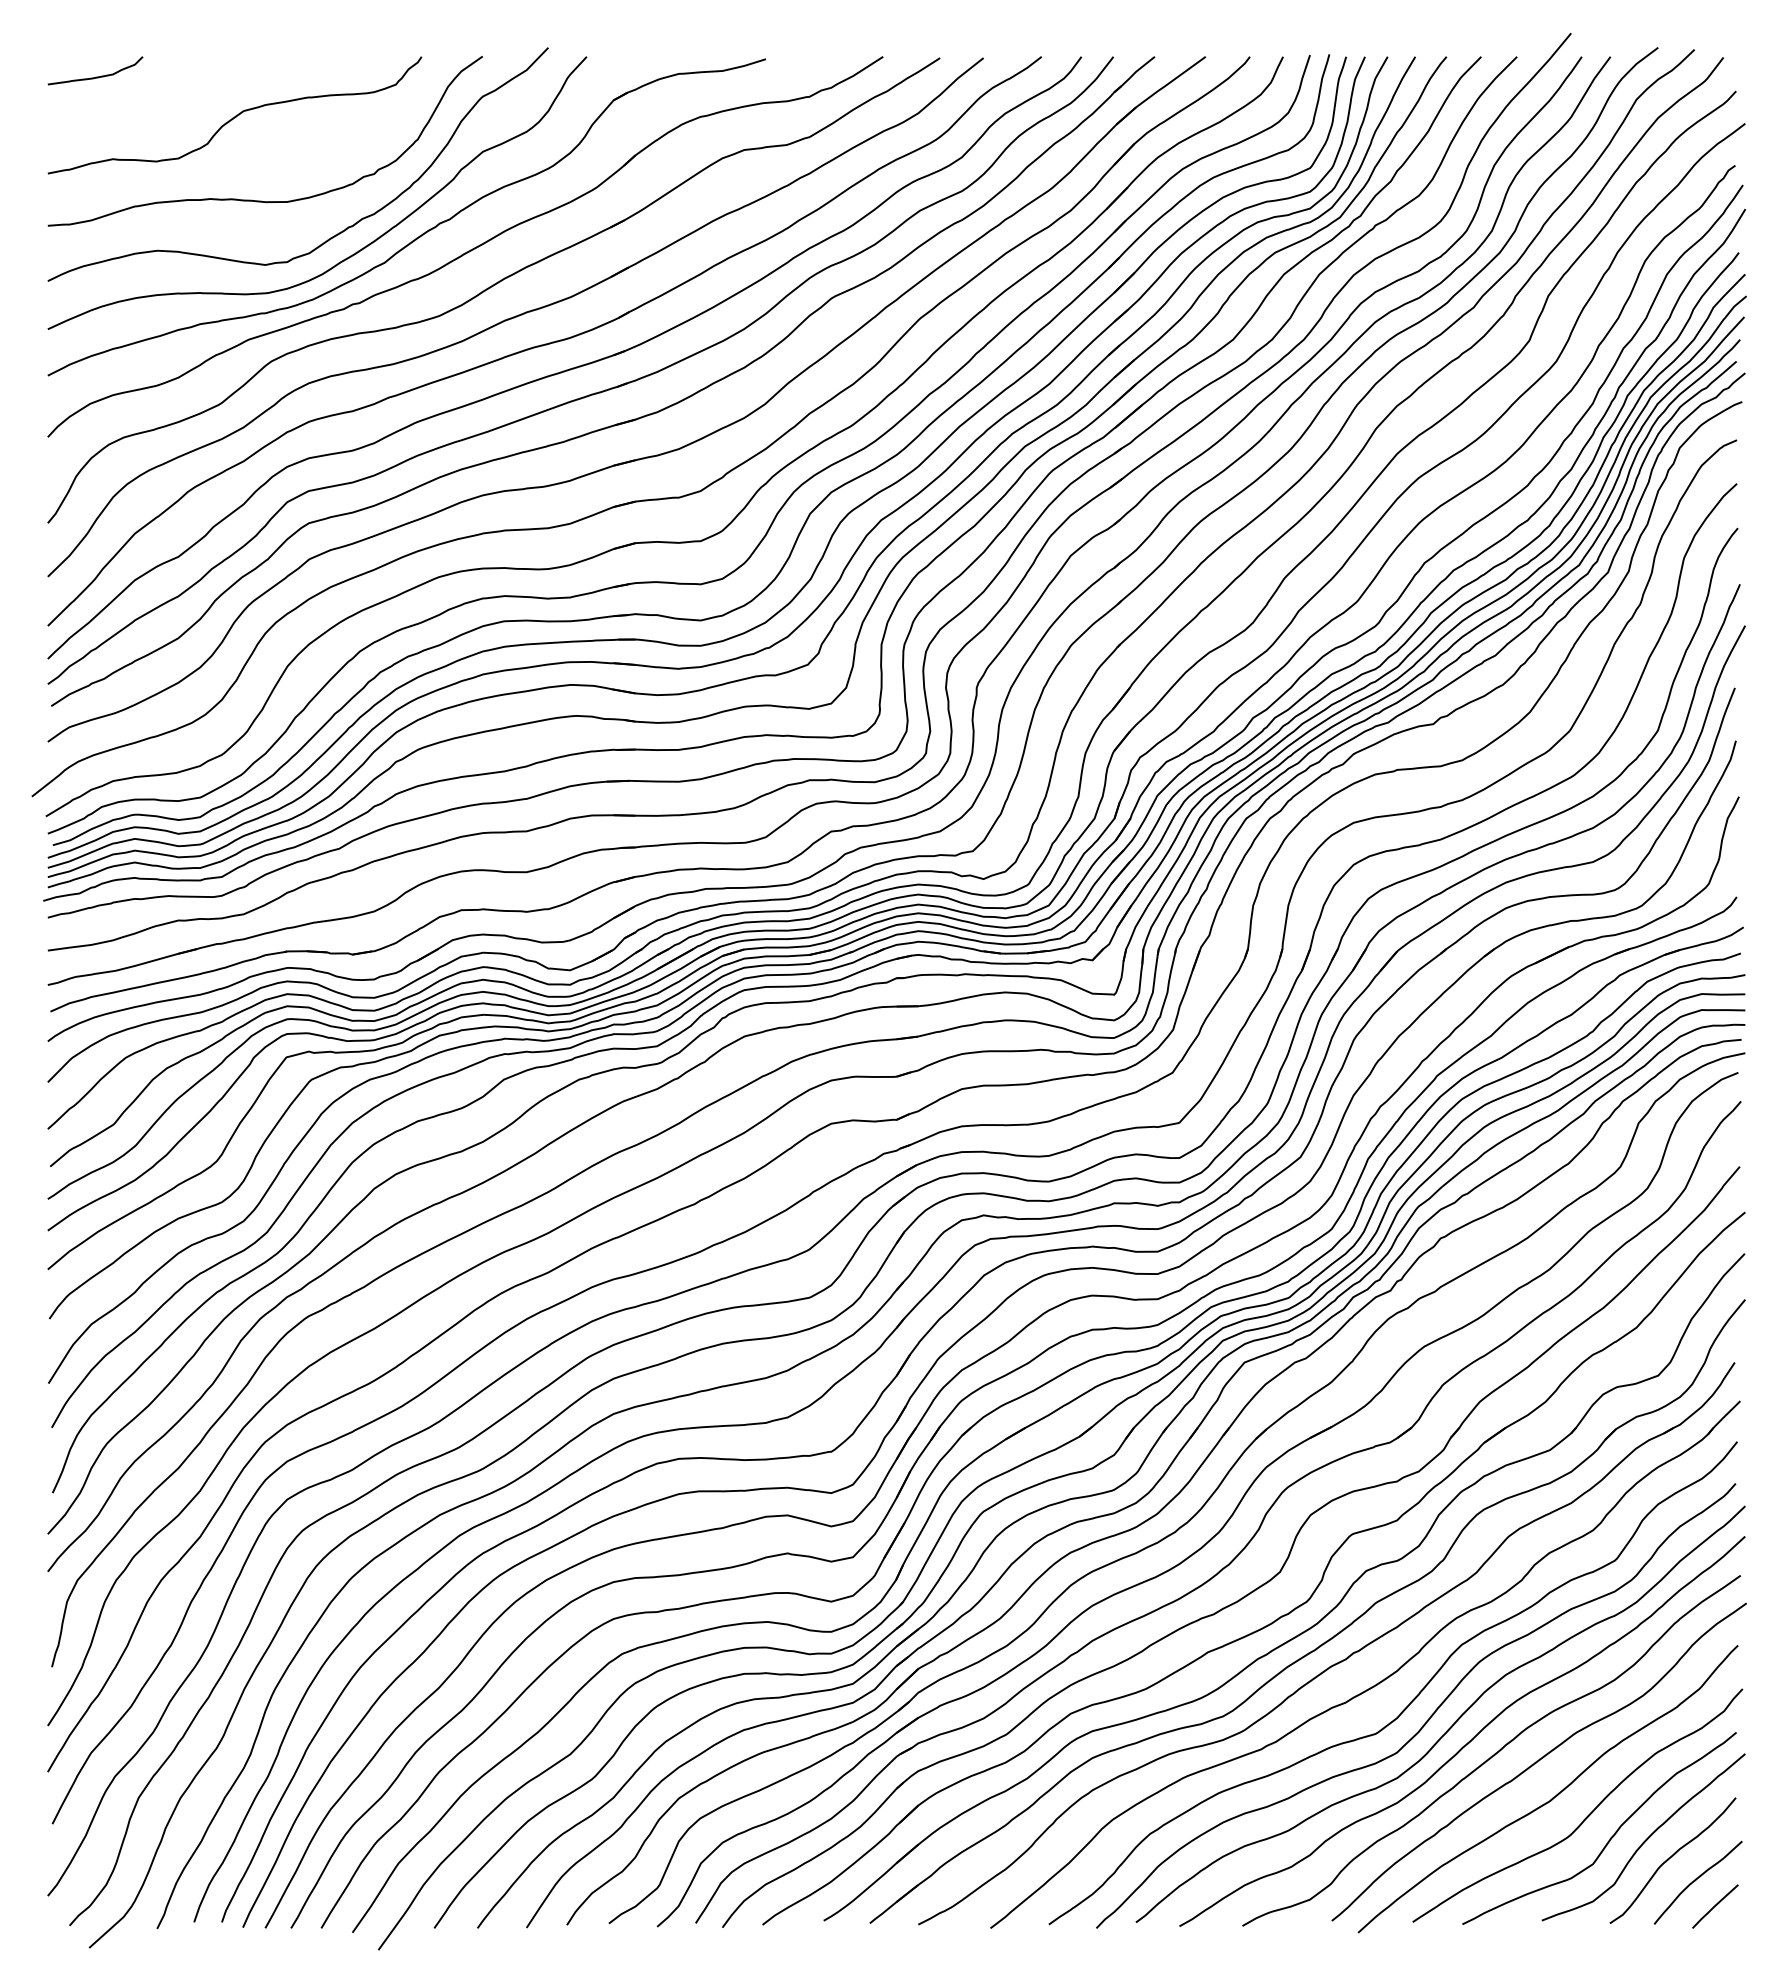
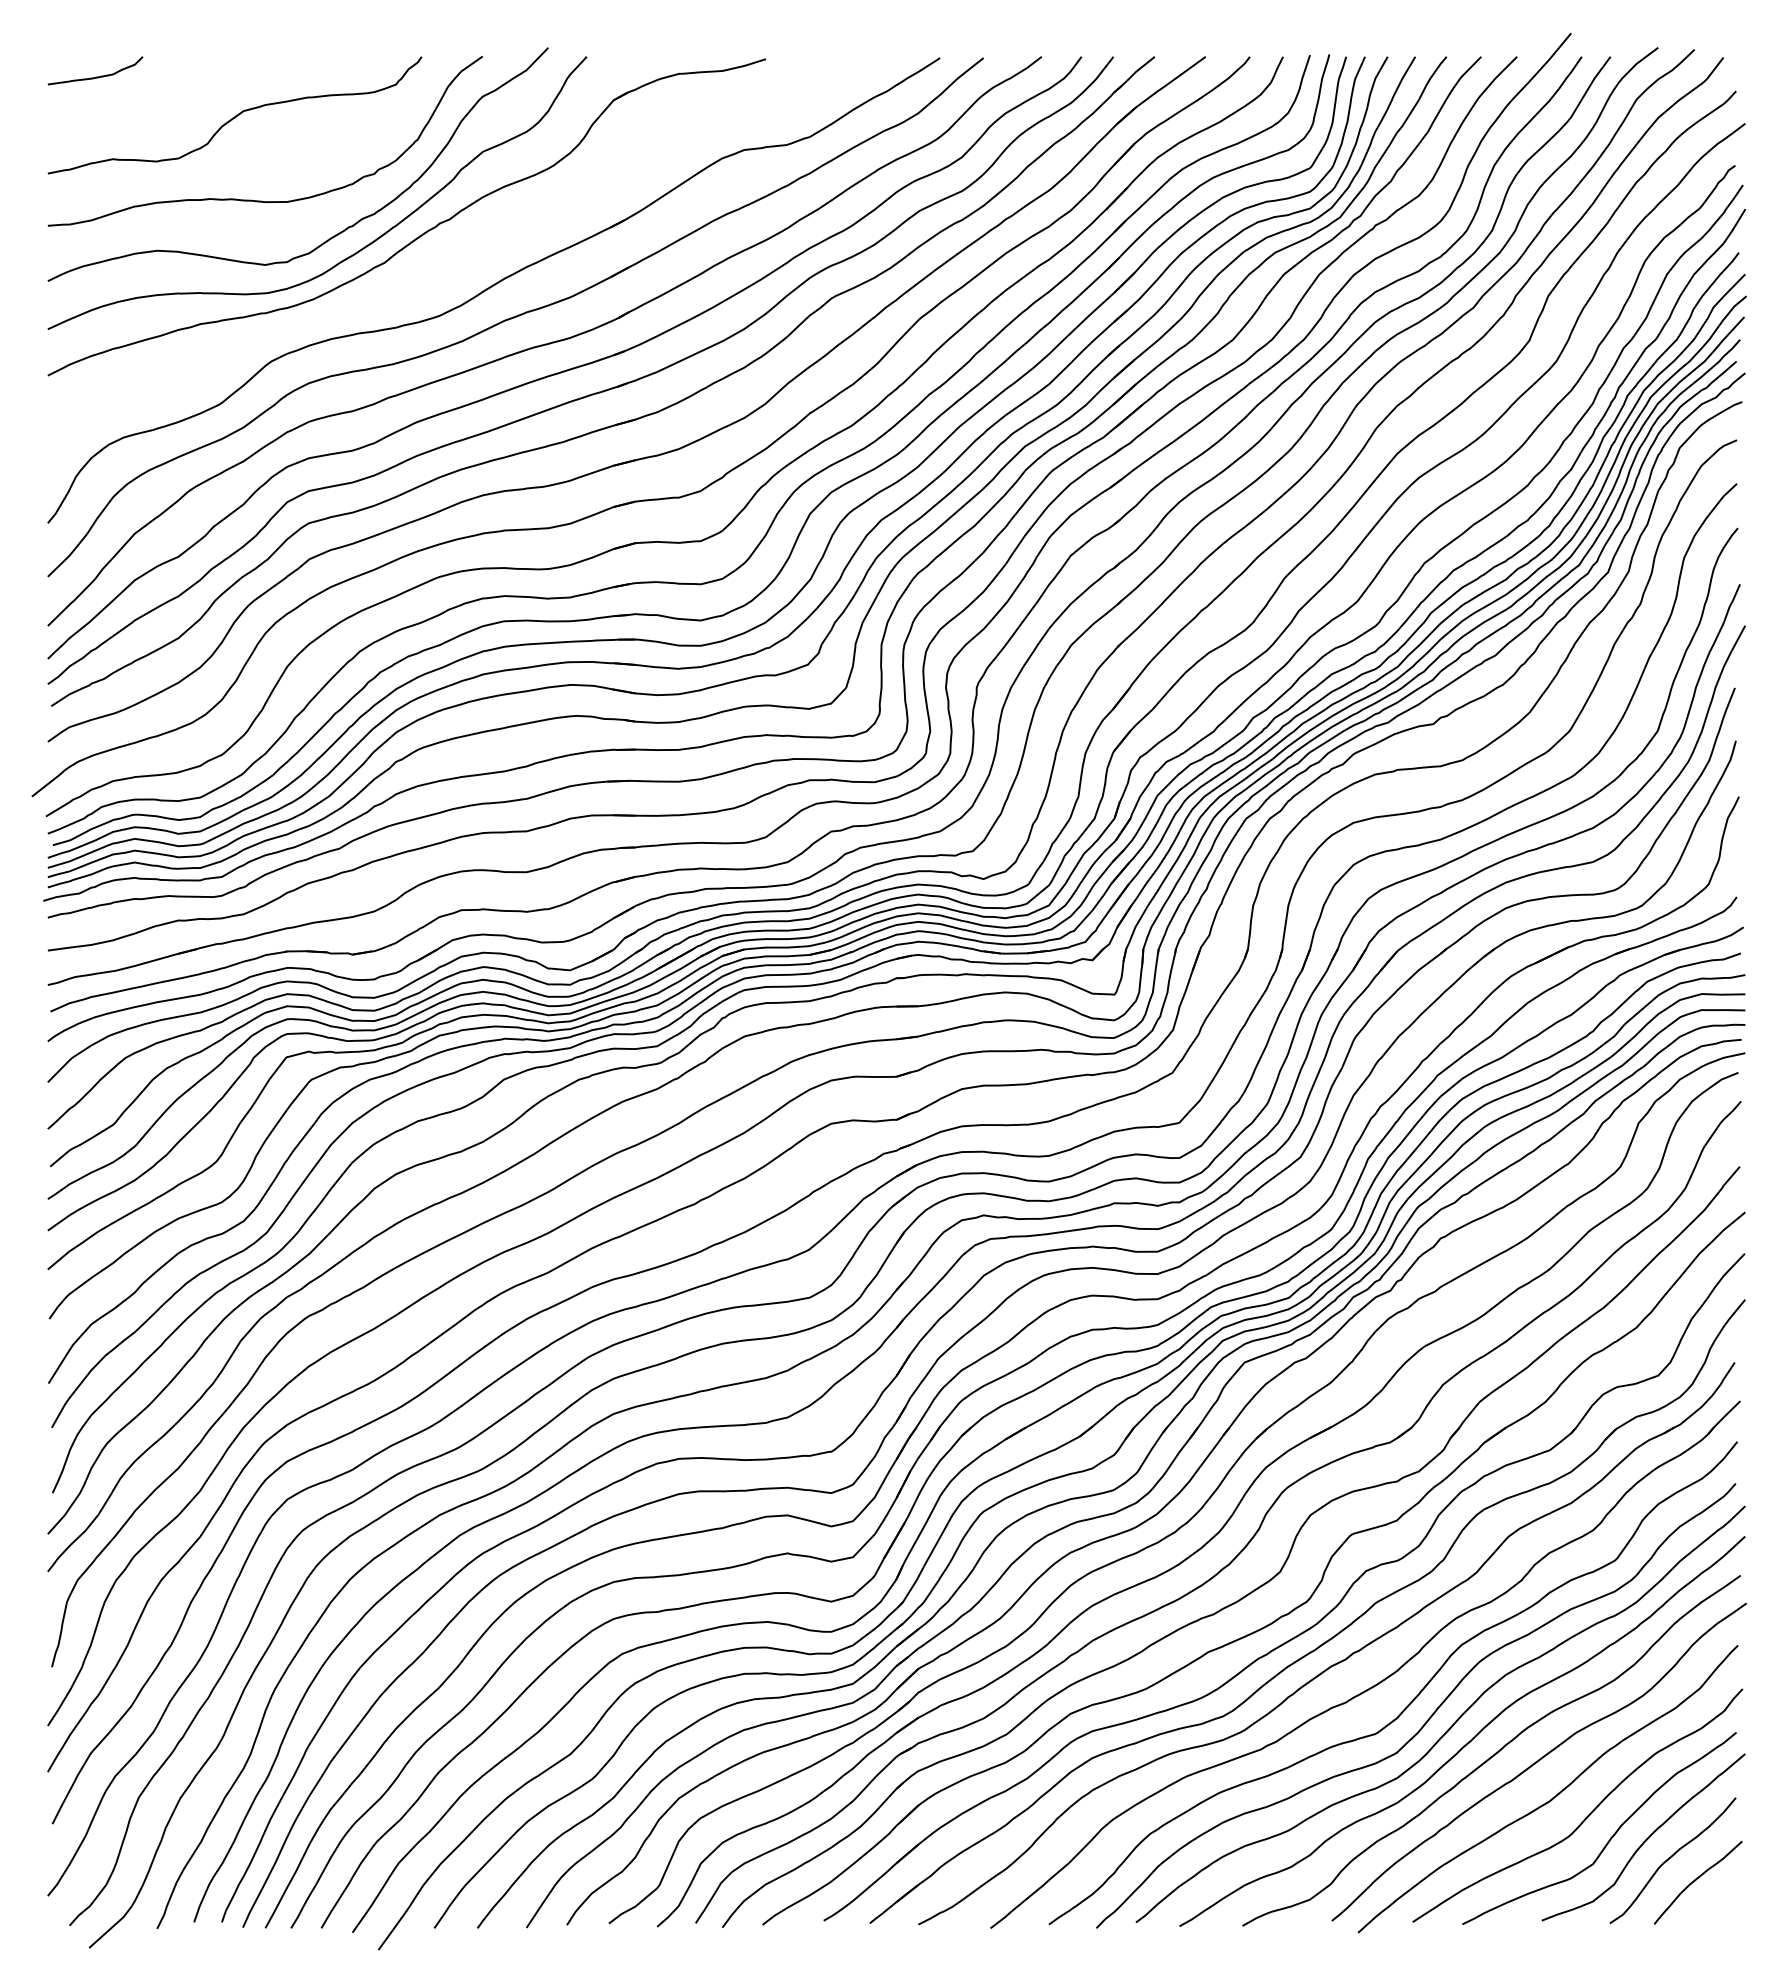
part at (465, 246): present -> none
line at (1715, 1906): present -> none
